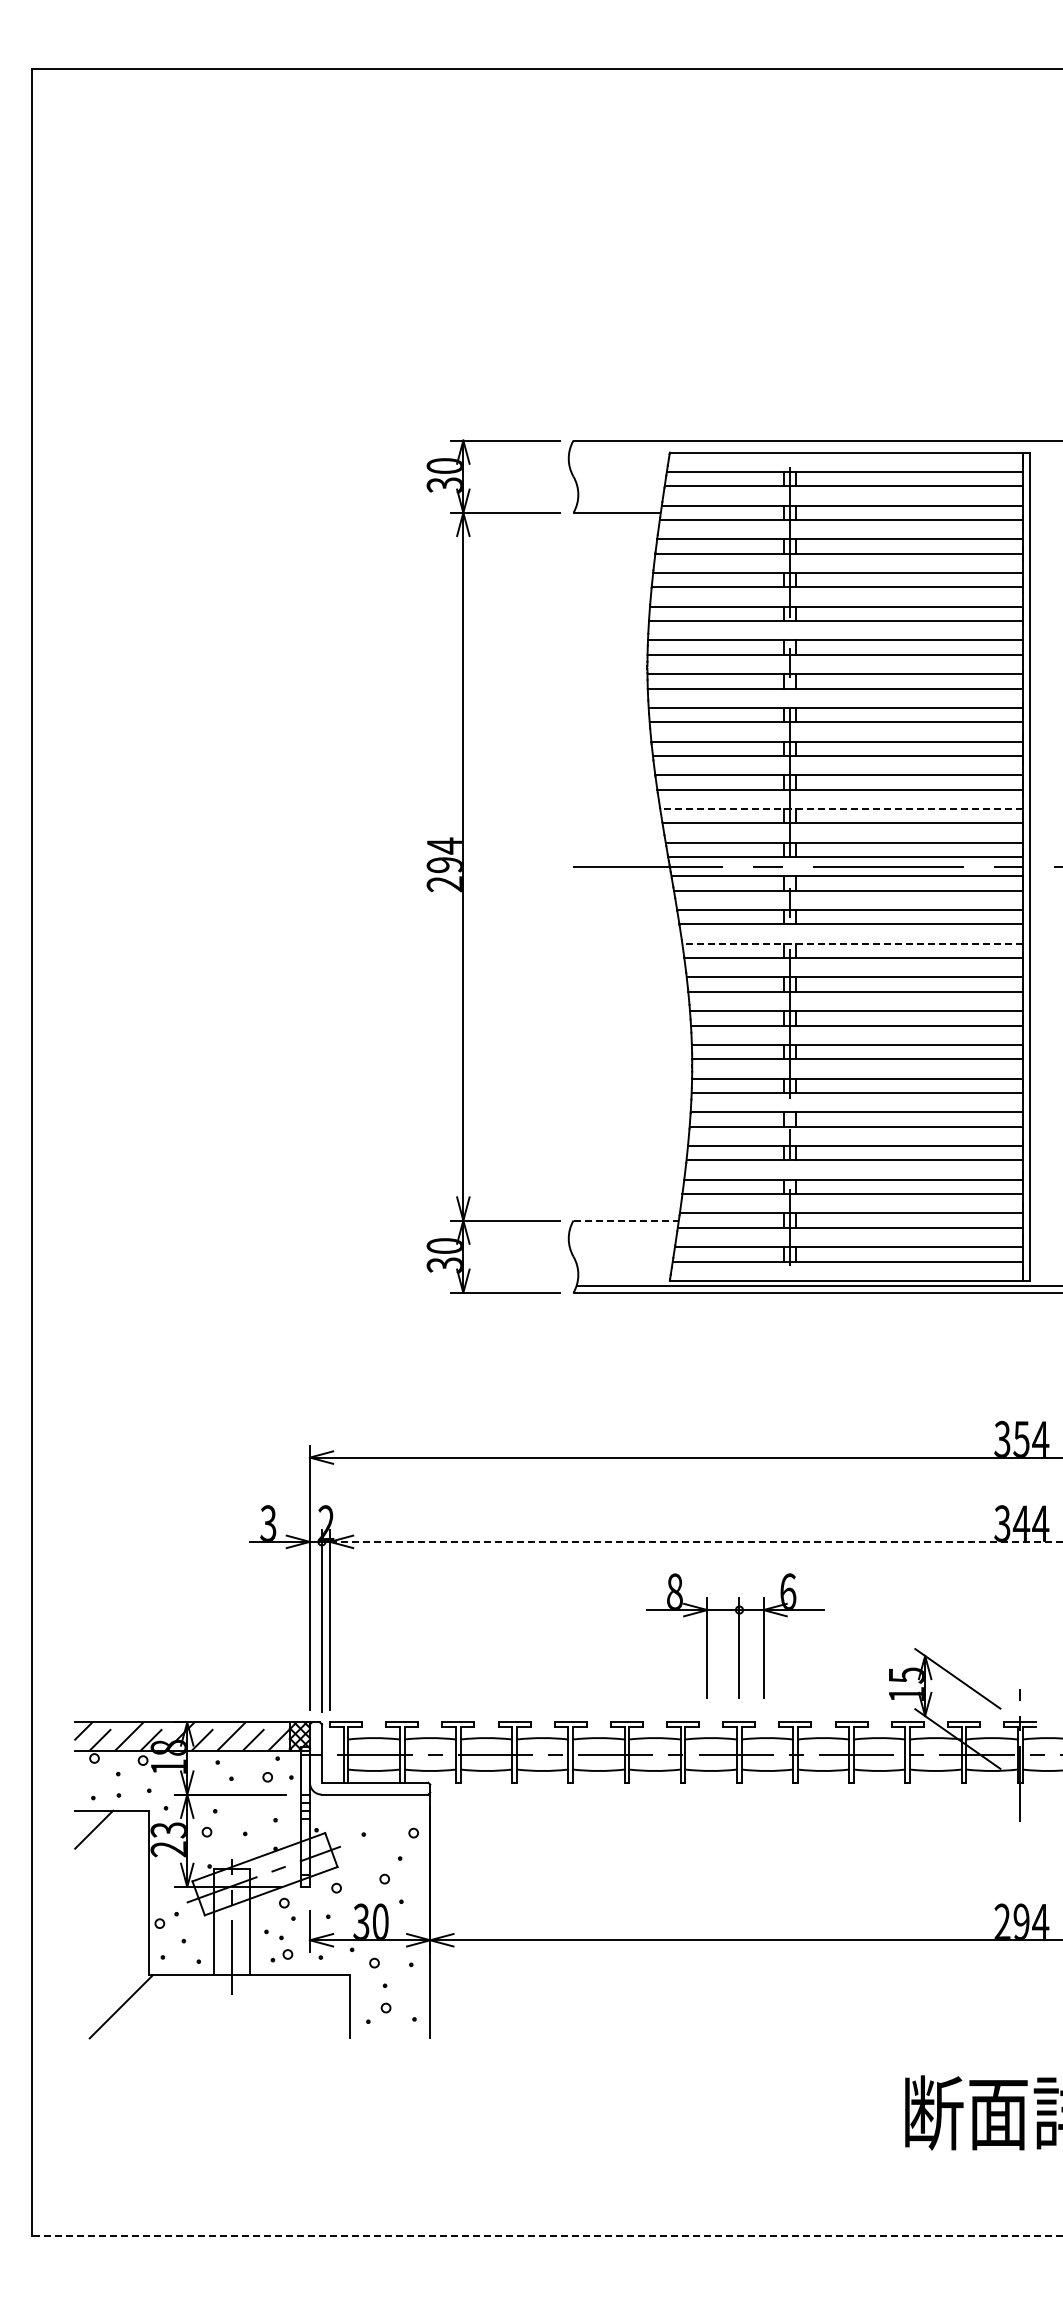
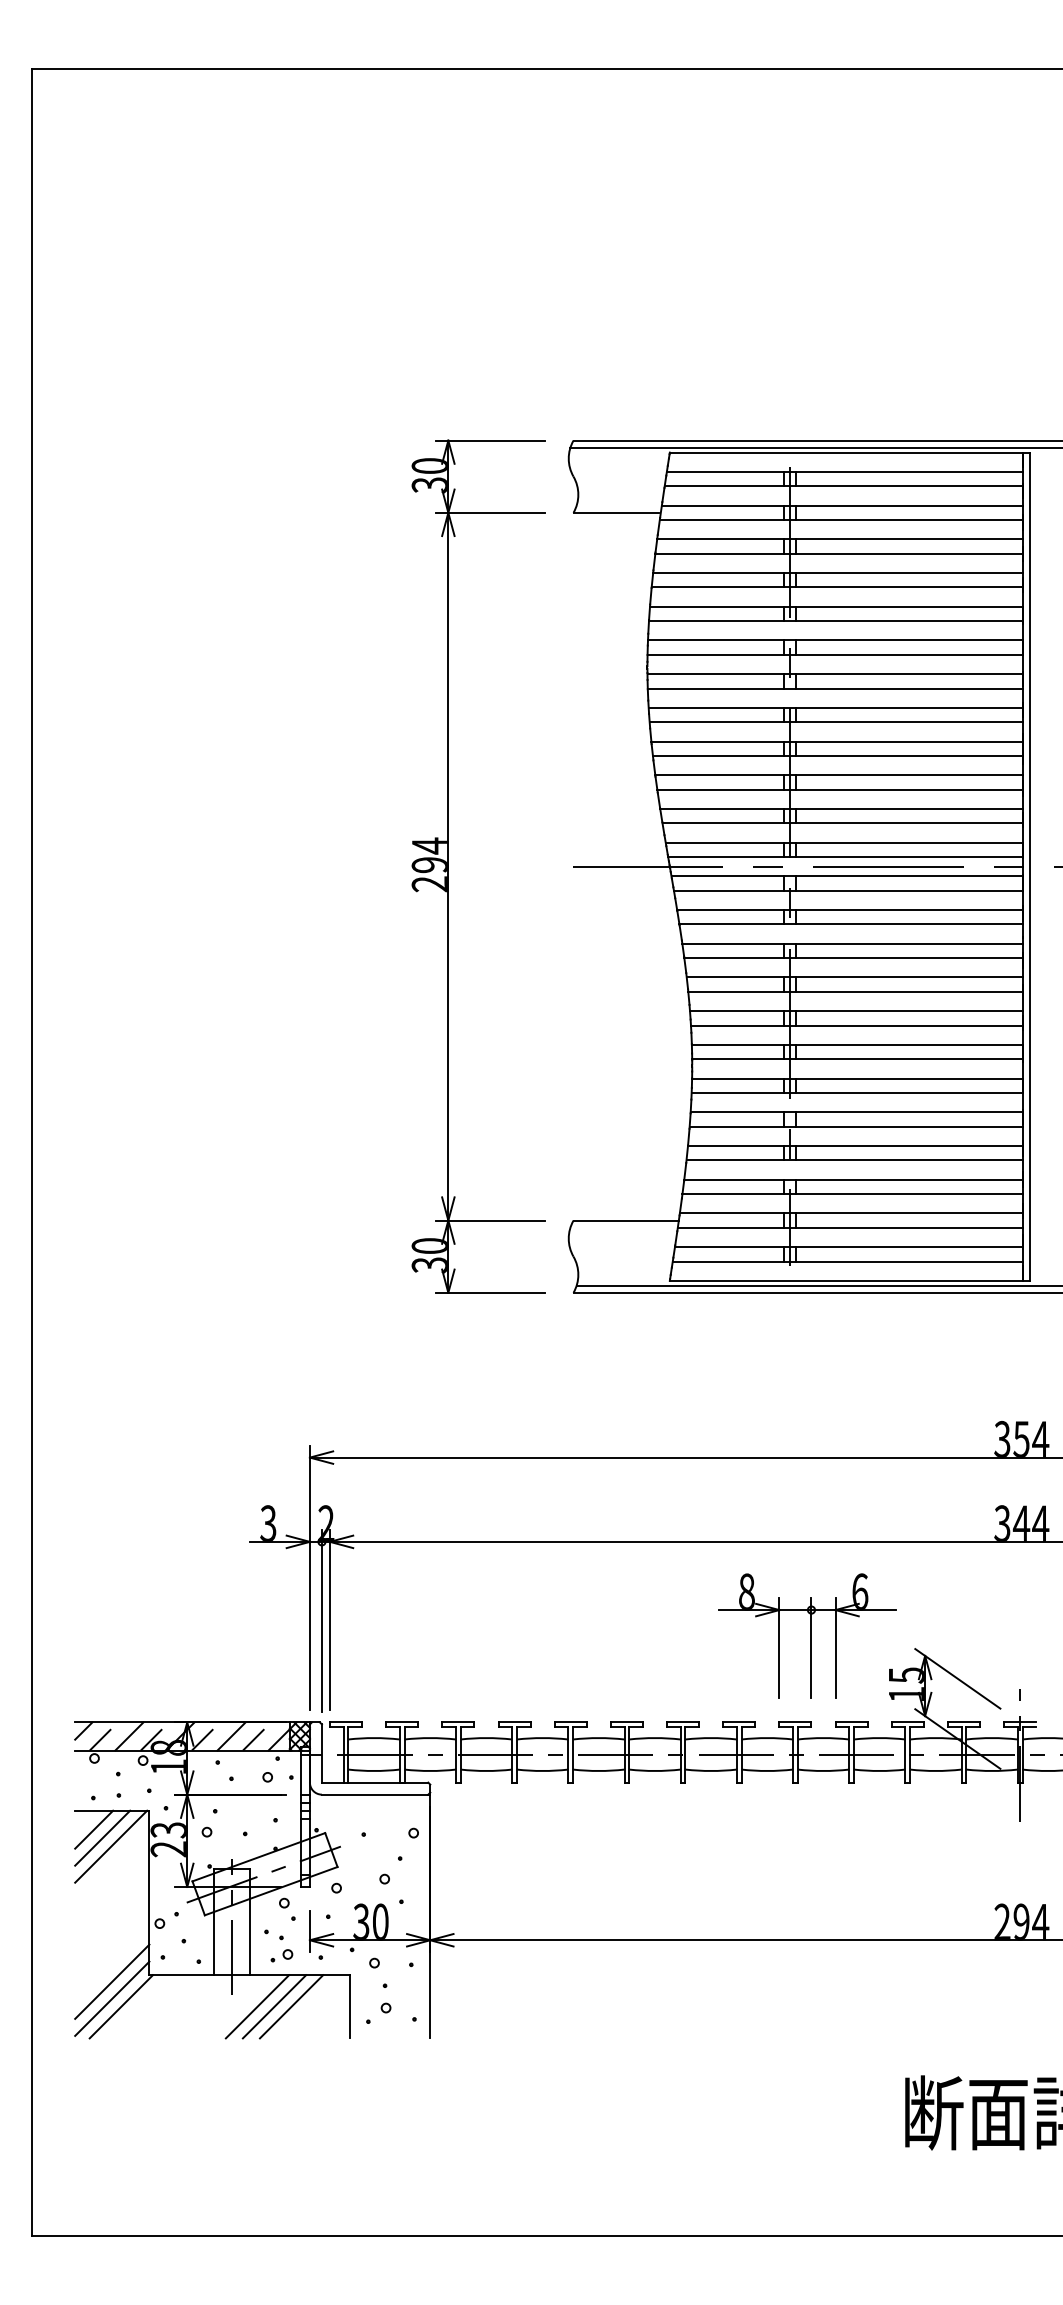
line at (814, 447): none -> present
line at (840, 808): dashed -> solid
part at (463, 866) position: (463, 866) -> (448, 866)
line at (851, 943): dashed -> solid
line at (626, 1220): dashed -> solid
line at (696, 1541): dashed -> solid
part at (735, 1635) position: (735, 1635) -> (807, 1635)
line at (102, 1837): none -> present
line at (111, 1846): none -> present
line at (112, 1981): none -> present
line at (112, 1998): none -> present
line at (257, 2006): none -> present
line at (274, 2006): none -> present
line at (291, 2006): none -> present
line at (546, 2235): dashed -> solid
